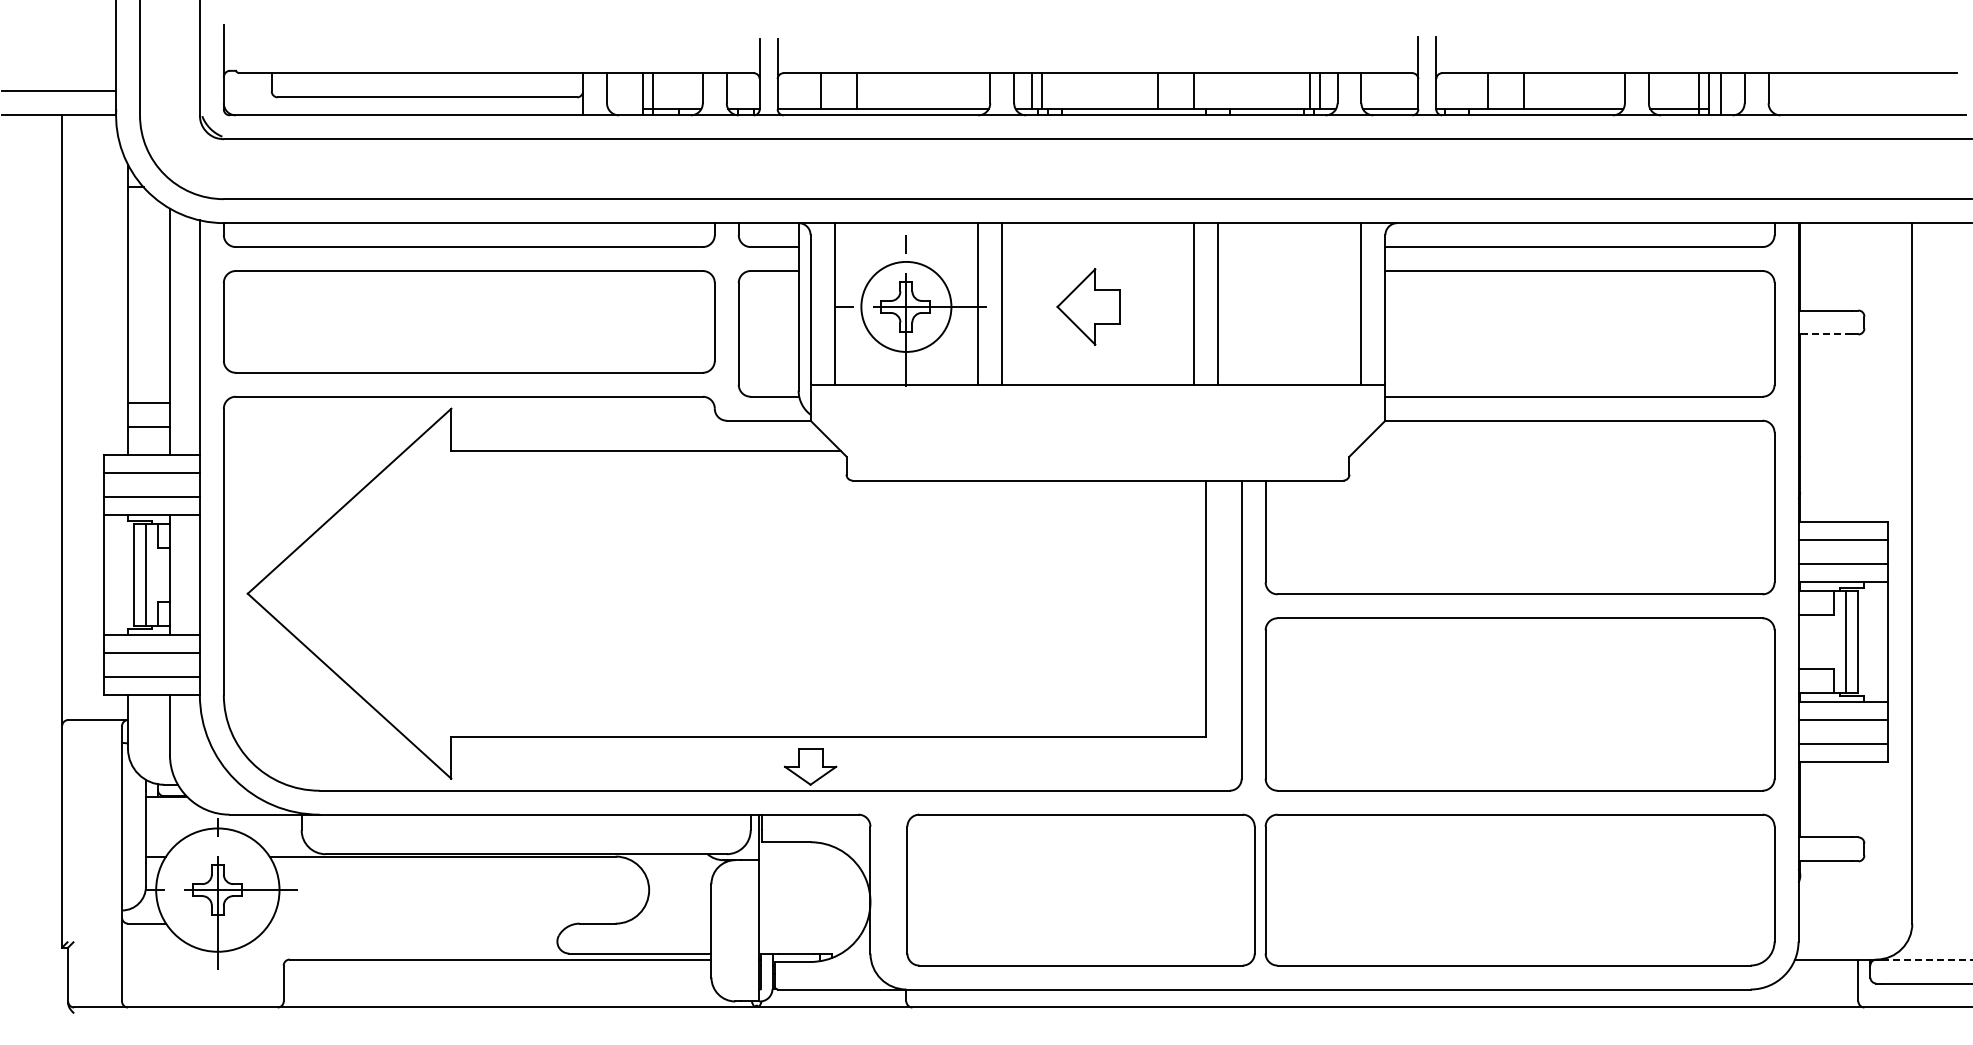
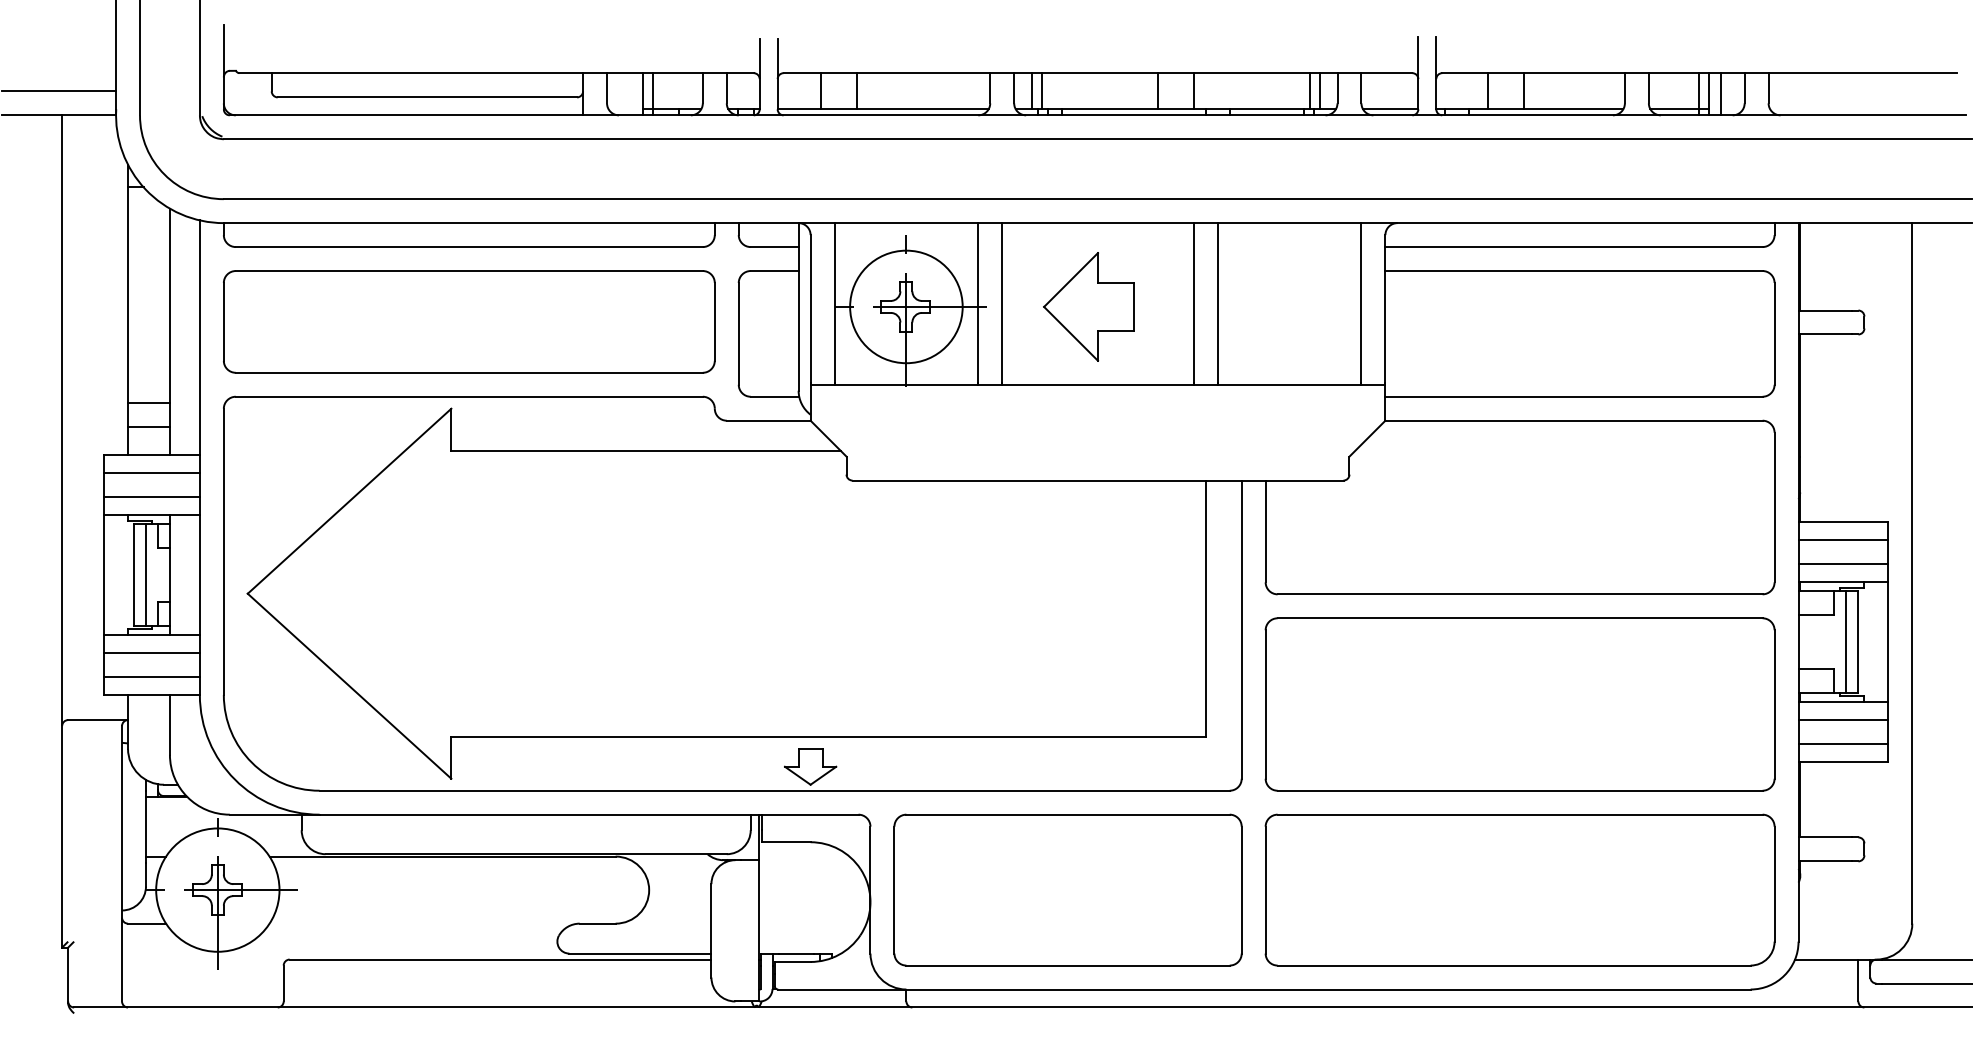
circle at (906, 306) diameter: 90 px -> 113 px
part at (1088, 306) size: 65x78 px -> 92x110 px
line at (1825, 334): dashed -> solid
part at (1080, 889) position: (1080, 889) -> (1067, 889)
line at (1927, 959): dashed -> solid
